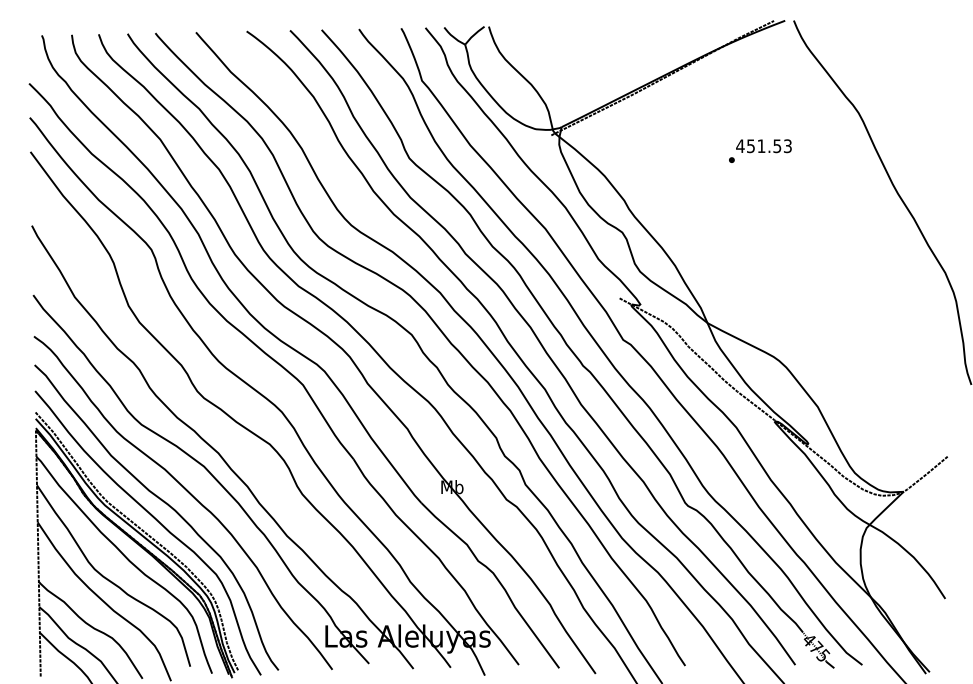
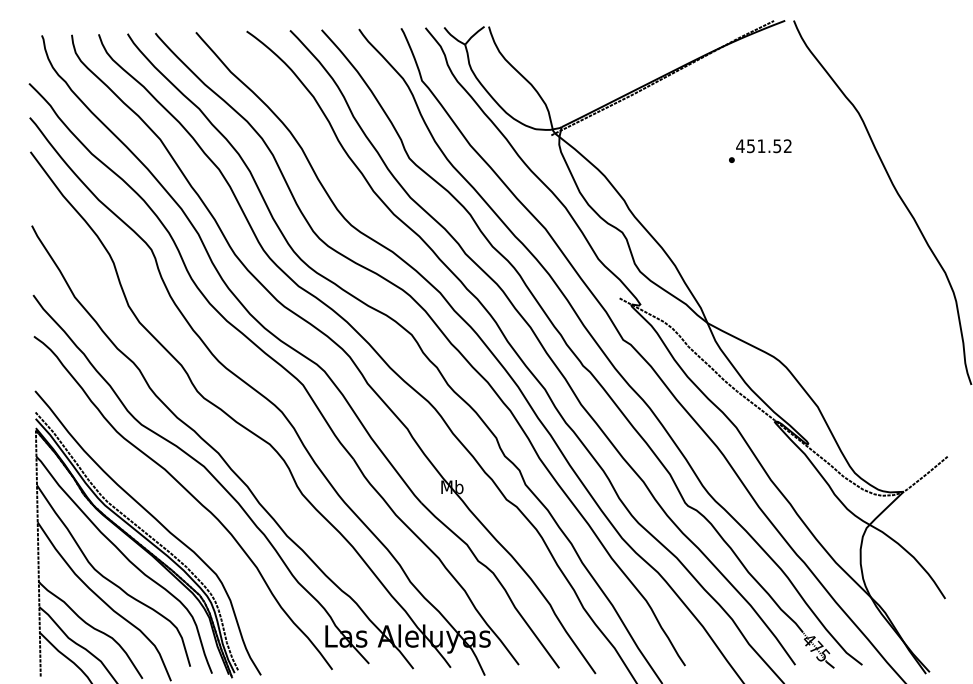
text at (787, 146): 451.53 -> 451.52
curve at (164, 503): present -> none
